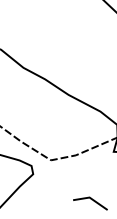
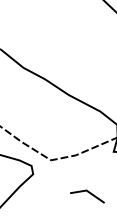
line at (92, 200) position: (92, 200) -> (89, 193)
